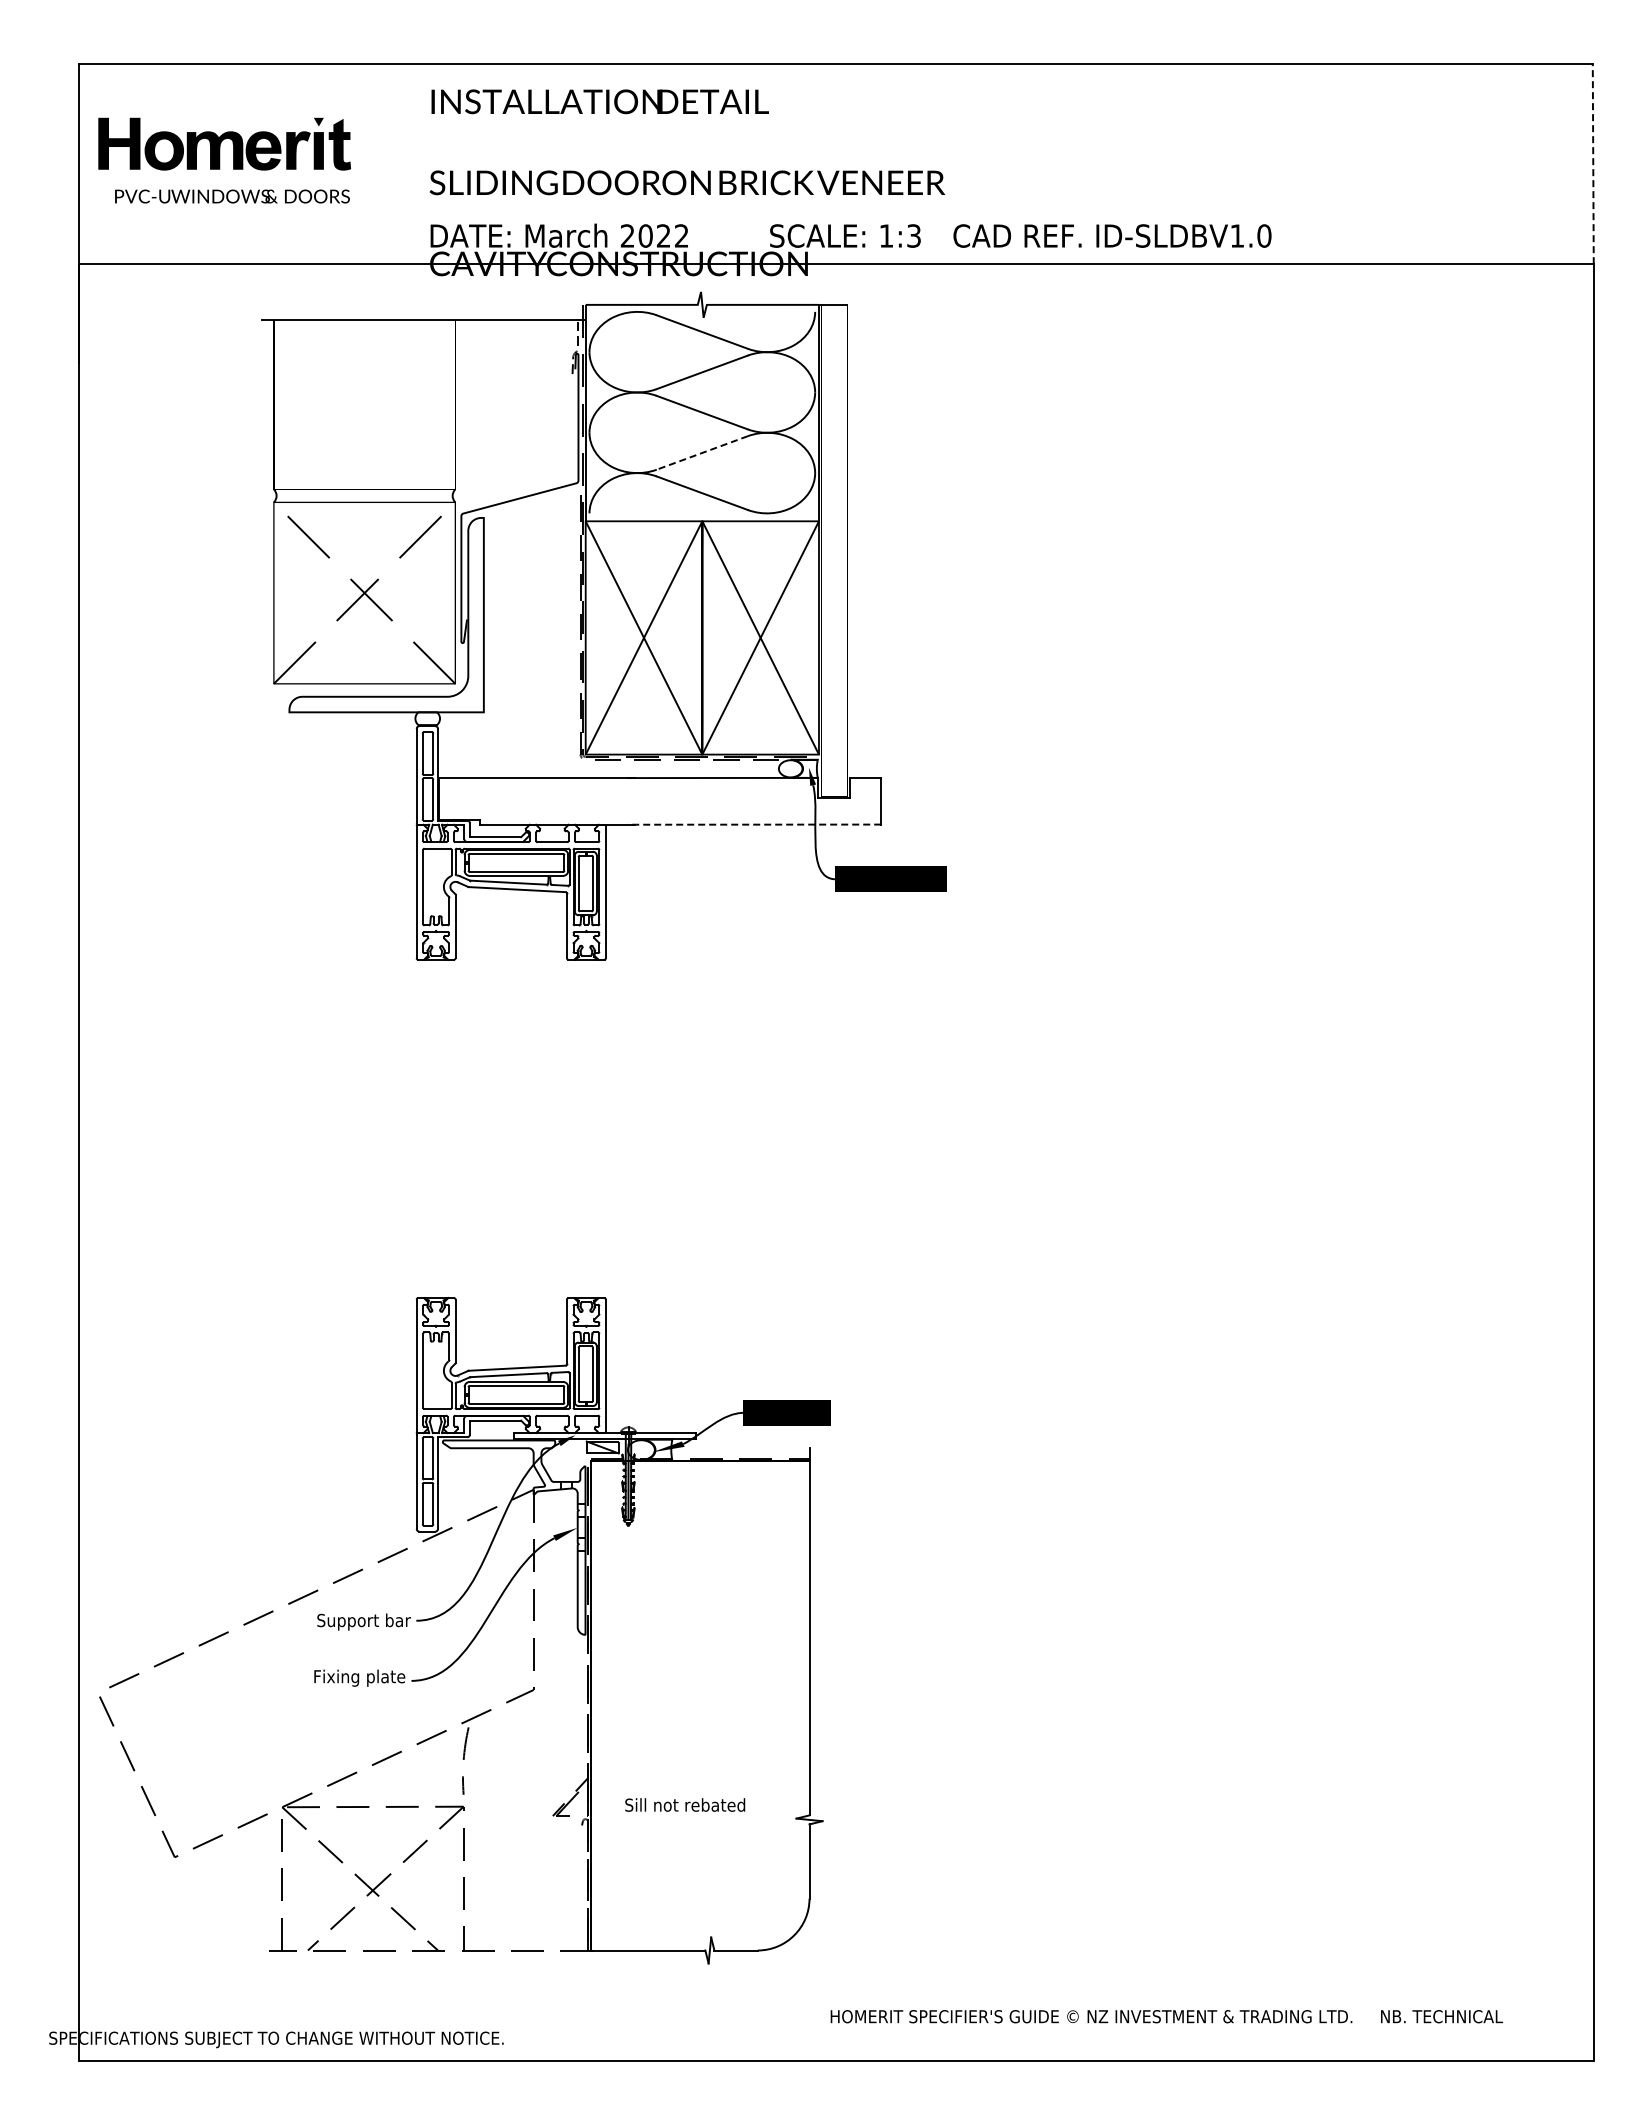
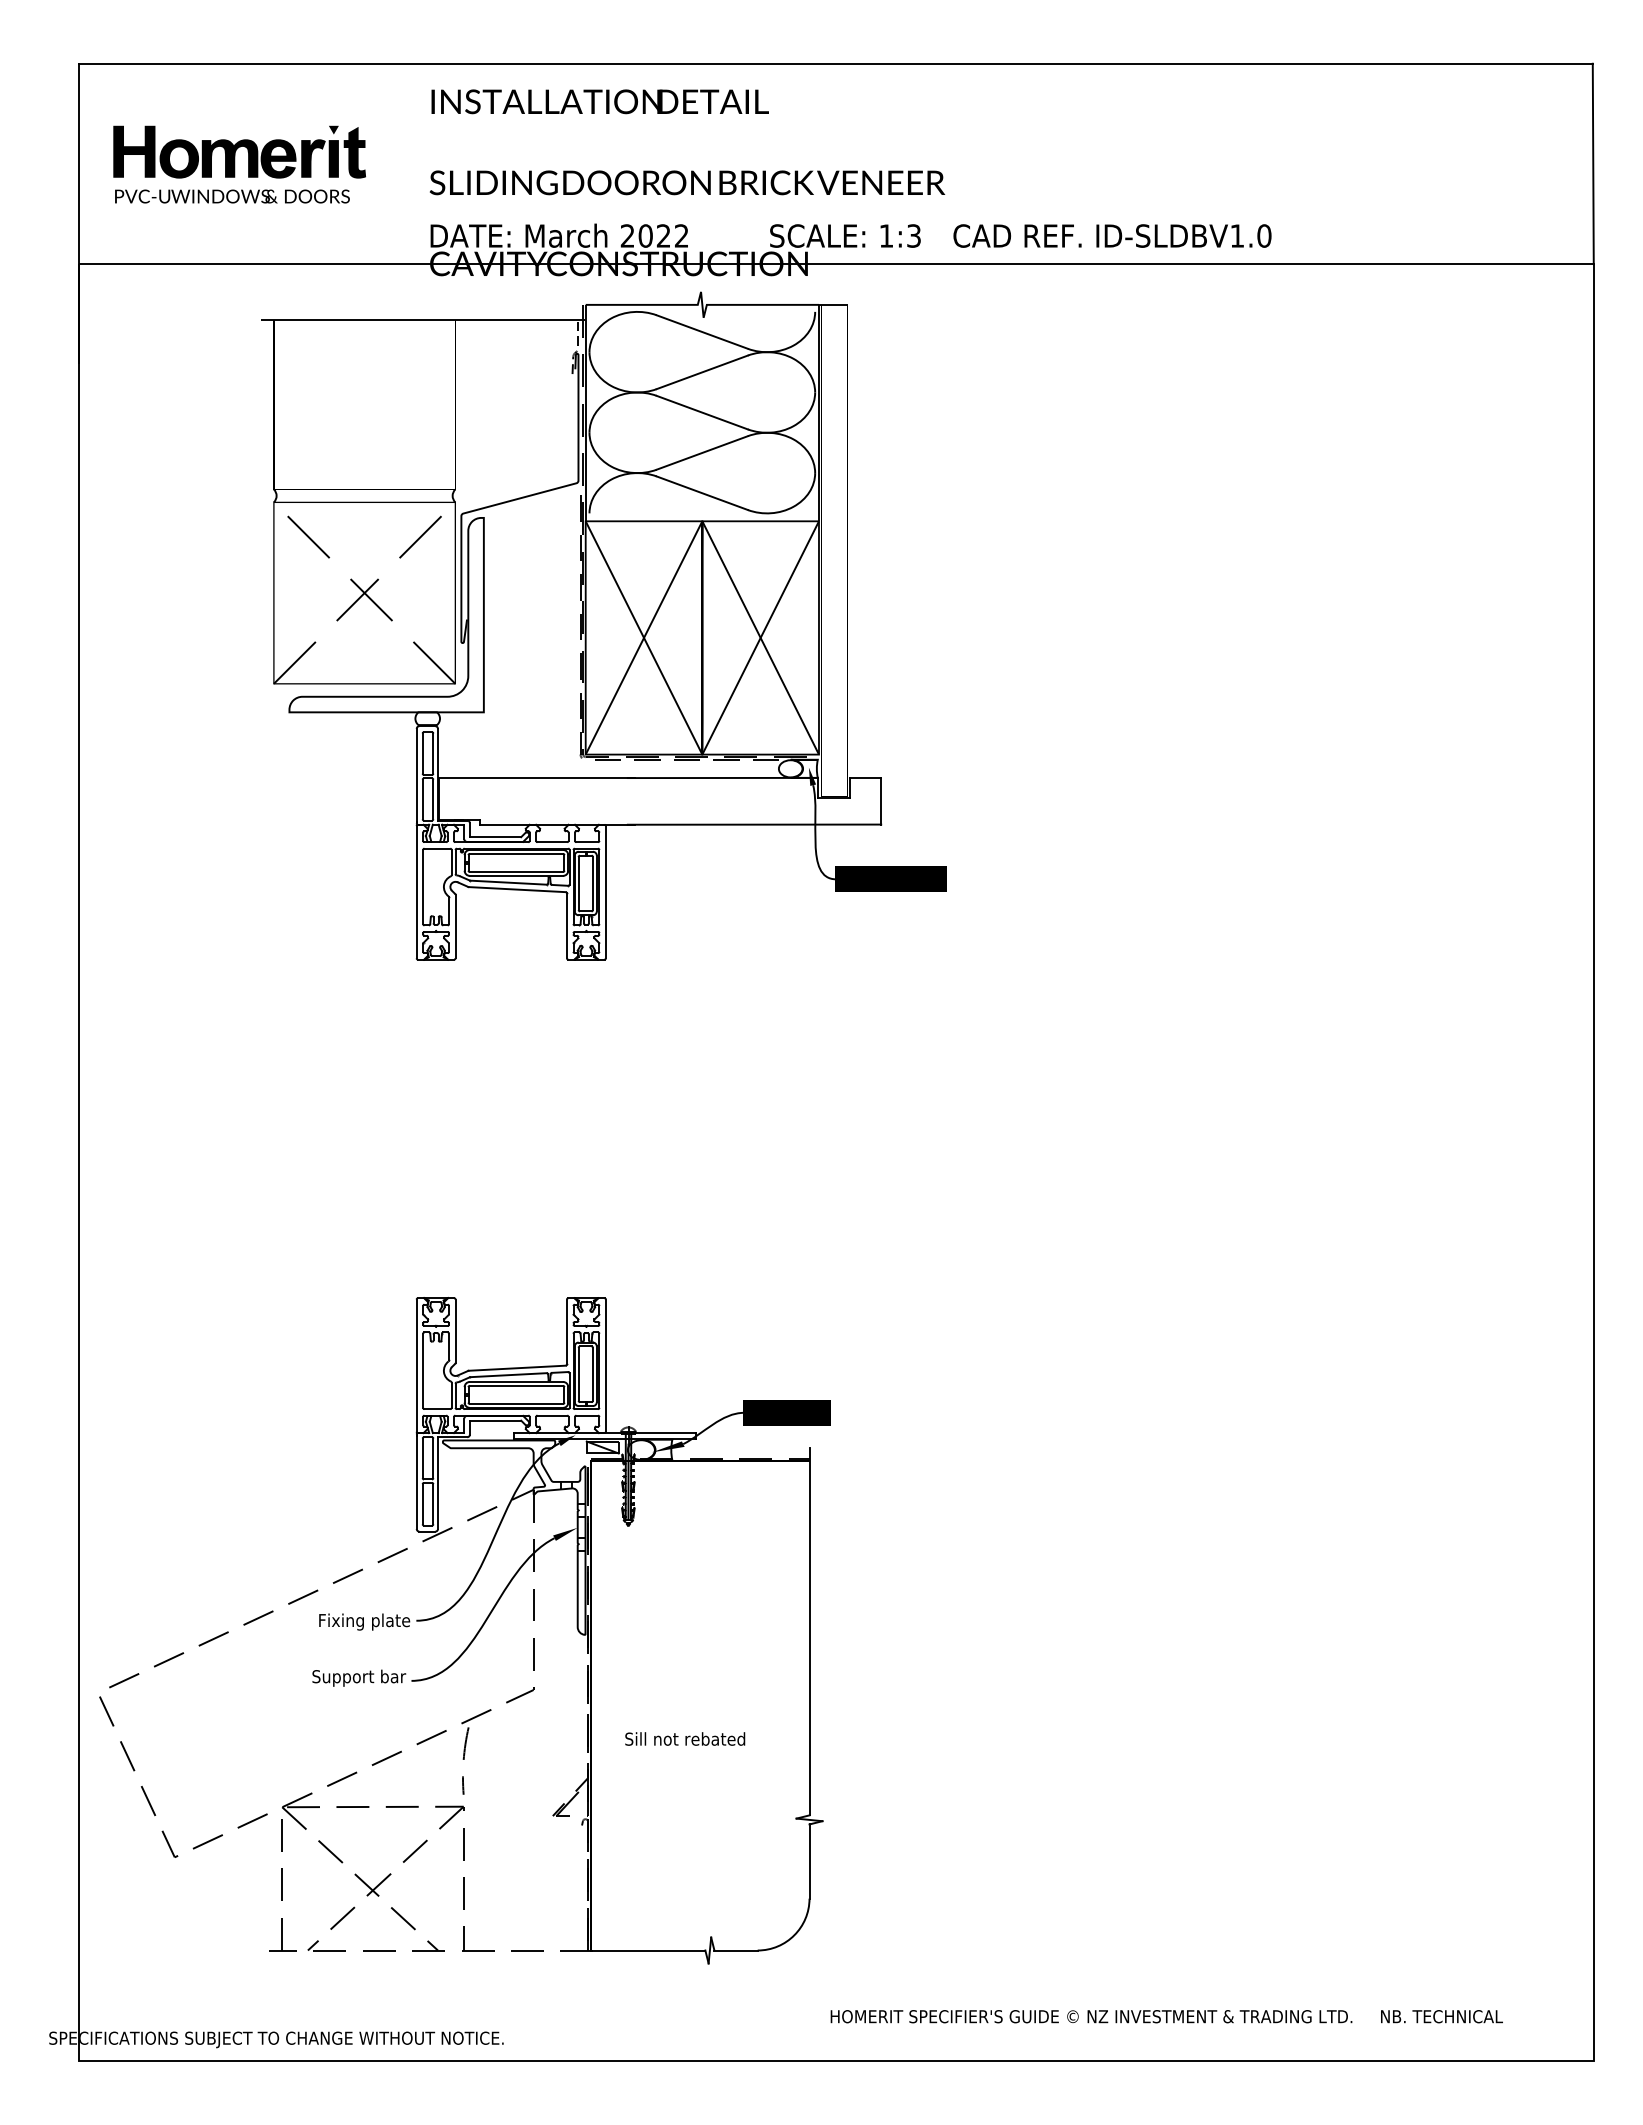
part at (224, 143) position: (224, 143) -> (239, 151)
line at (1593, 163): dashed -> solid
line at (702, 452): dashed -> solid
line at (754, 824): dashed -> solid
text at (363, 1621): Support bar -> Fixing plate
text at (359, 1677): Fixing plate -> Support bar
text at (685, 1804) position: (685, 1804) -> (685, 1738)
